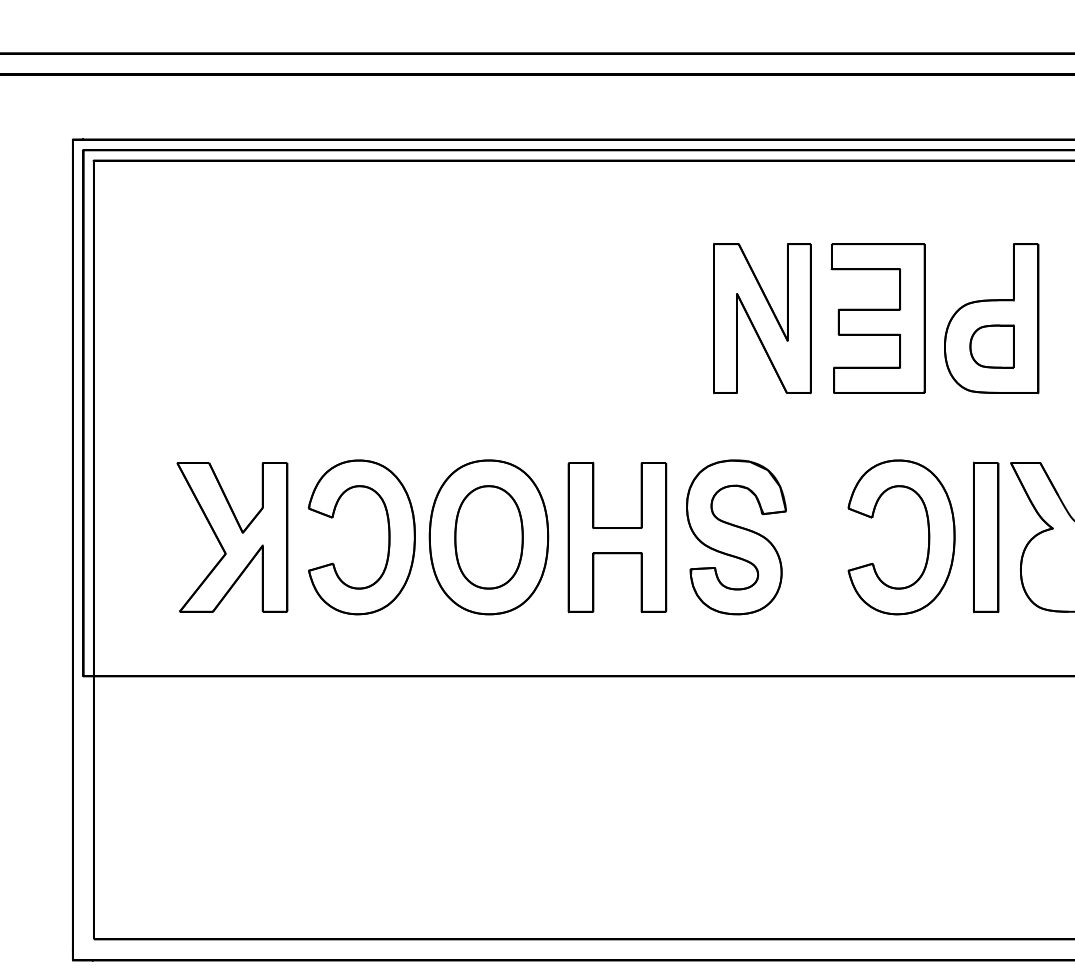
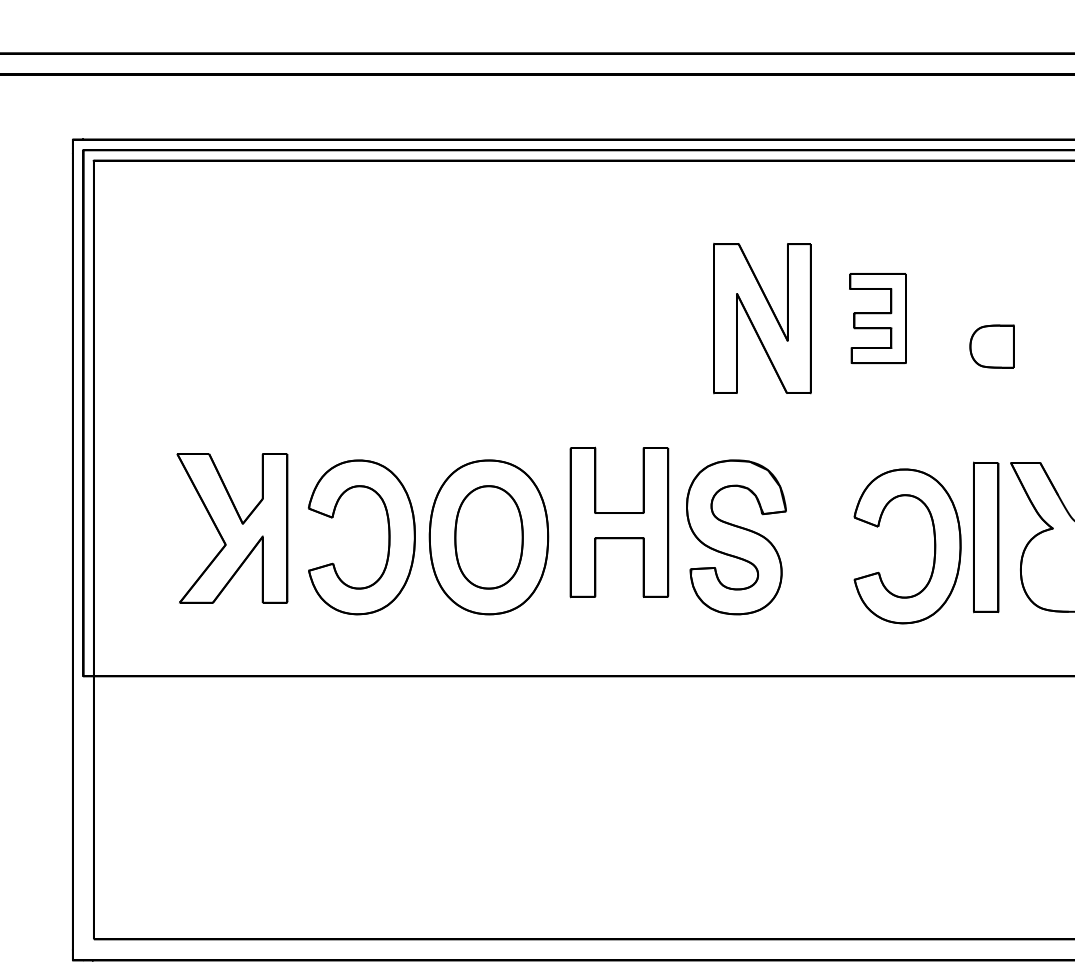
part at (877, 318) size: 96x151 px -> 58x91 px
part at (991, 318): present -> none
part at (232, 537) position: (232, 537) -> (232, 528)
part at (617, 537) position: (617, 537) -> (619, 522)
part at (928, 537) position: (928, 537) -> (934, 546)
